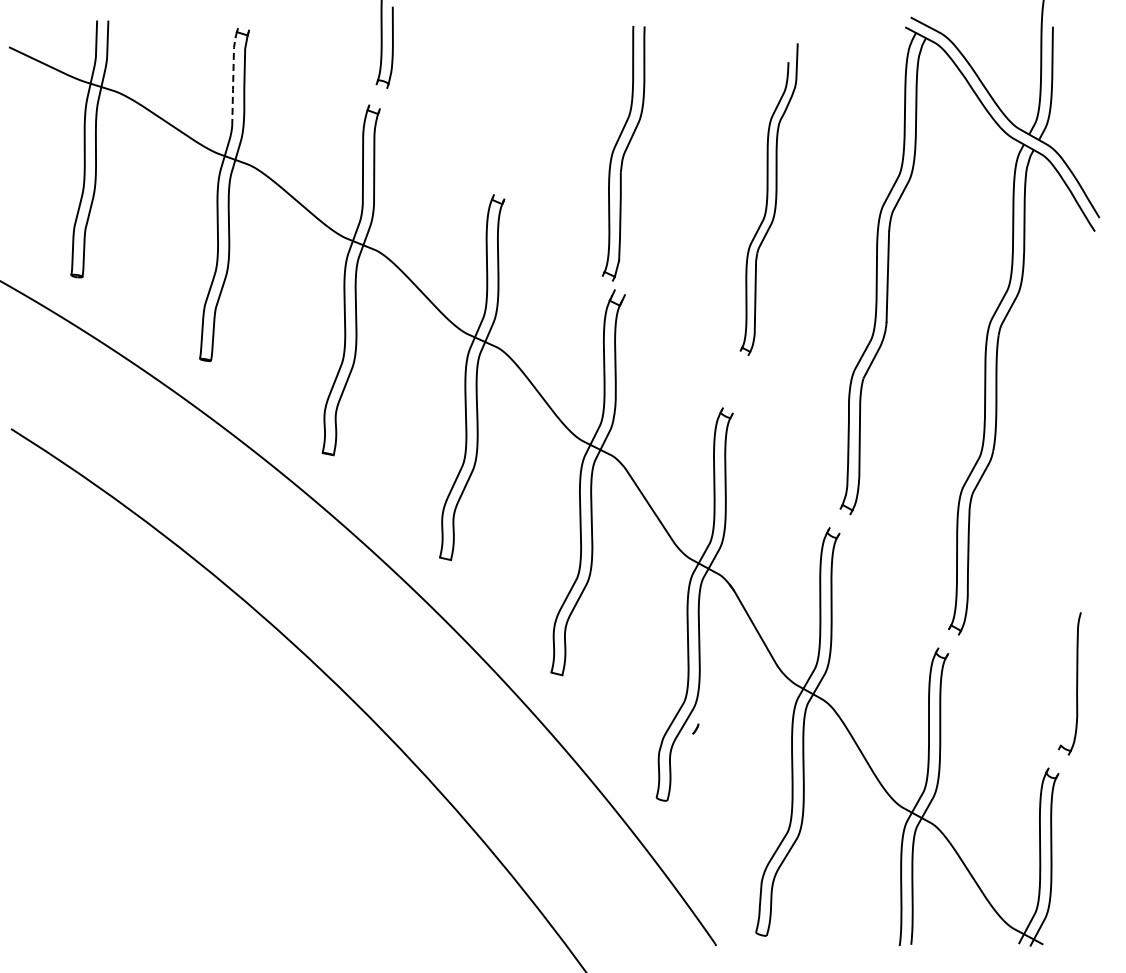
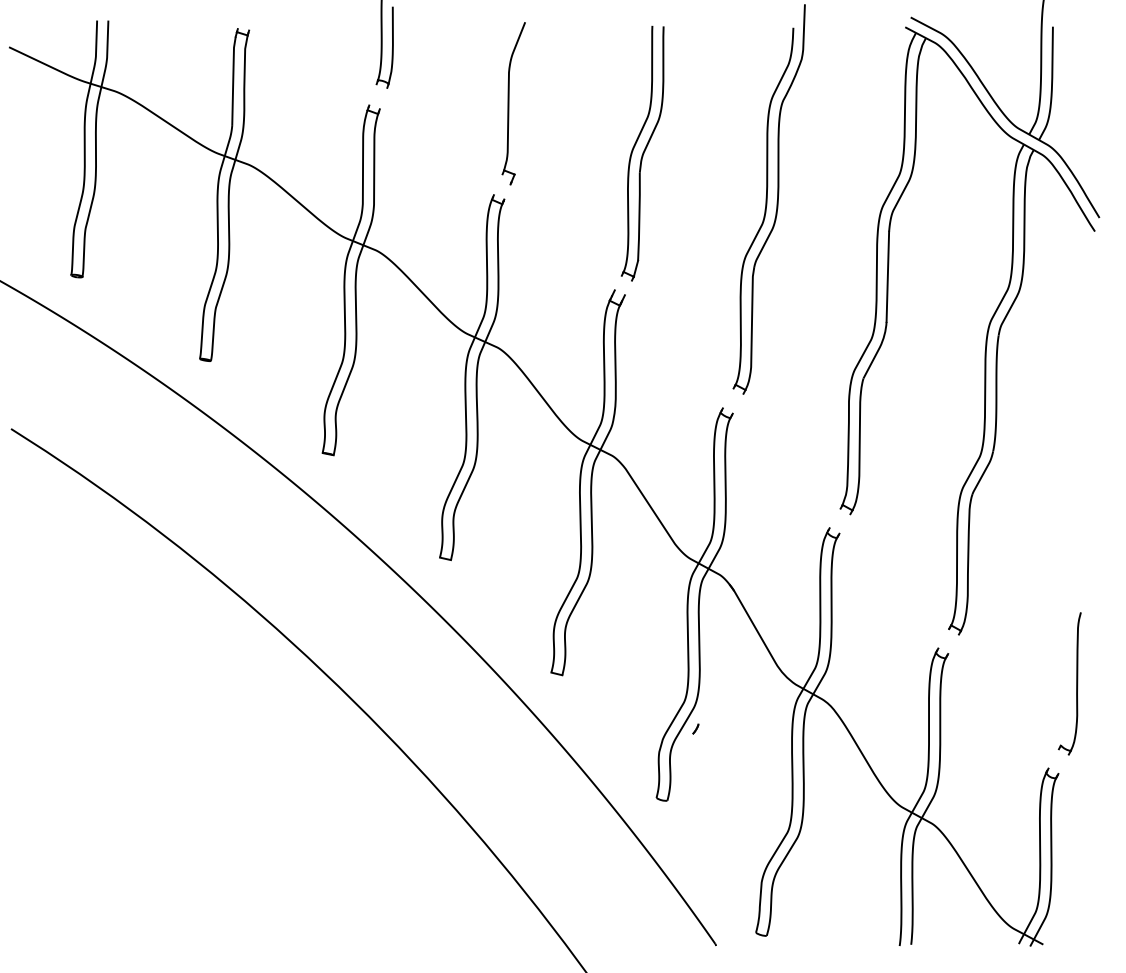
line at (233, 80): dashed -> solid
part at (513, 103): none -> present
part at (623, 153) position: (623, 153) -> (642, 153)
part at (768, 199) size: 60x313 px -> 74x391 px
